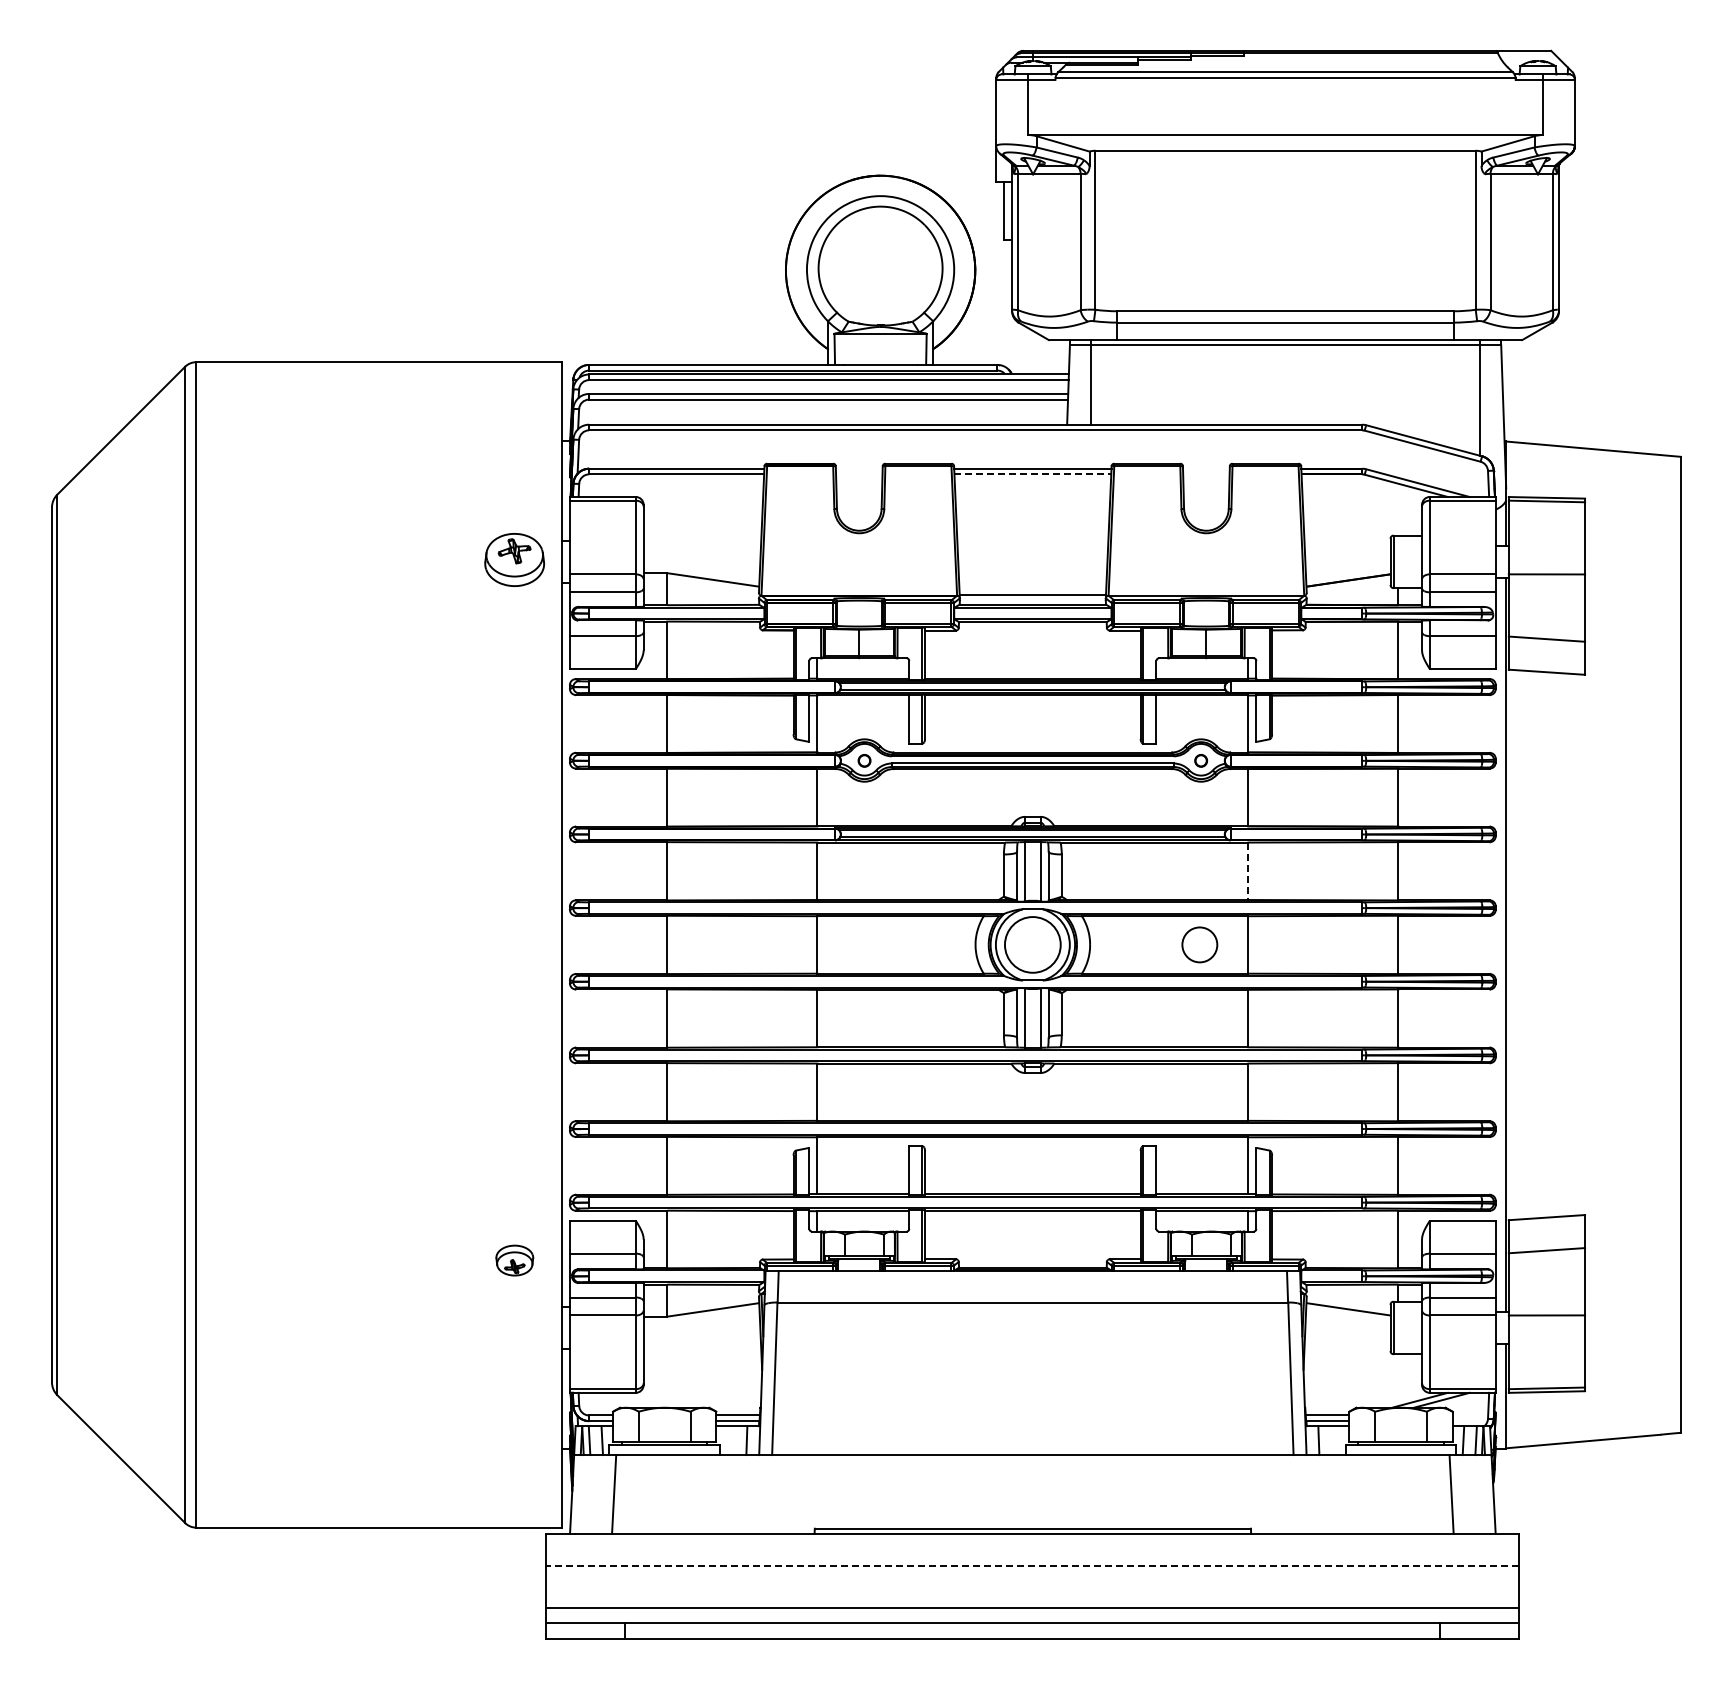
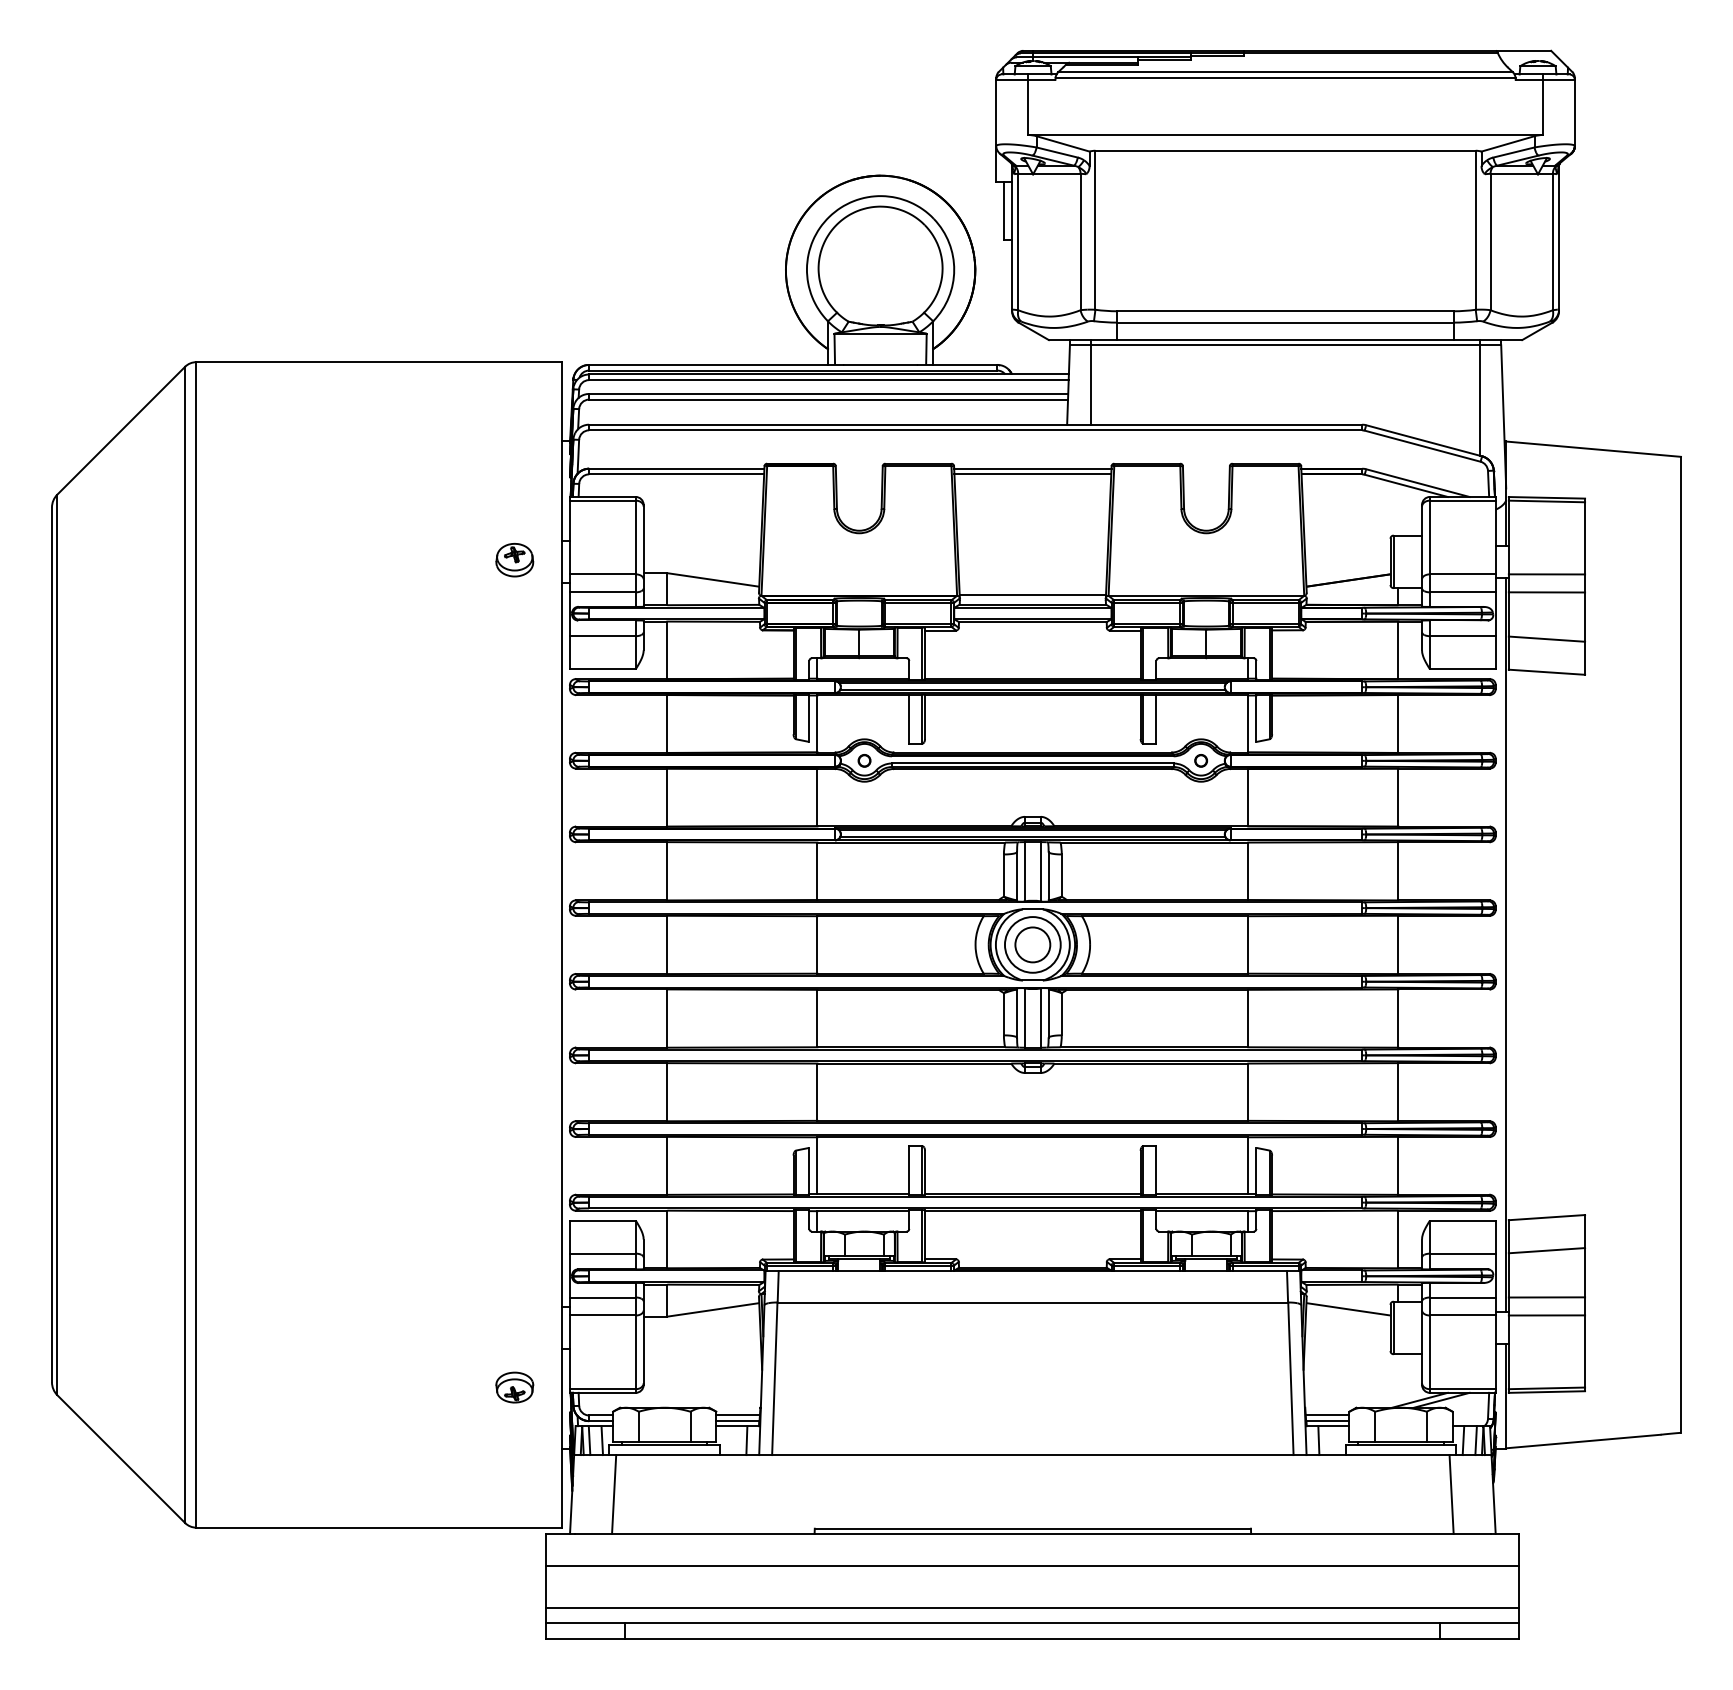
line at (1033, 474): dashed -> solid
part at (514, 559) size: 61x54 px -> 40x35 px
line at (1546, 592): none -> present
line at (1248, 871): dashed -> solid
circle at (1199, 944) position: (1199, 944) -> (1032, 944)
part at (514, 1260) position: (514, 1260) -> (514, 1387)
line at (1546, 1297): none -> present
line at (1032, 1565): dashed -> solid
